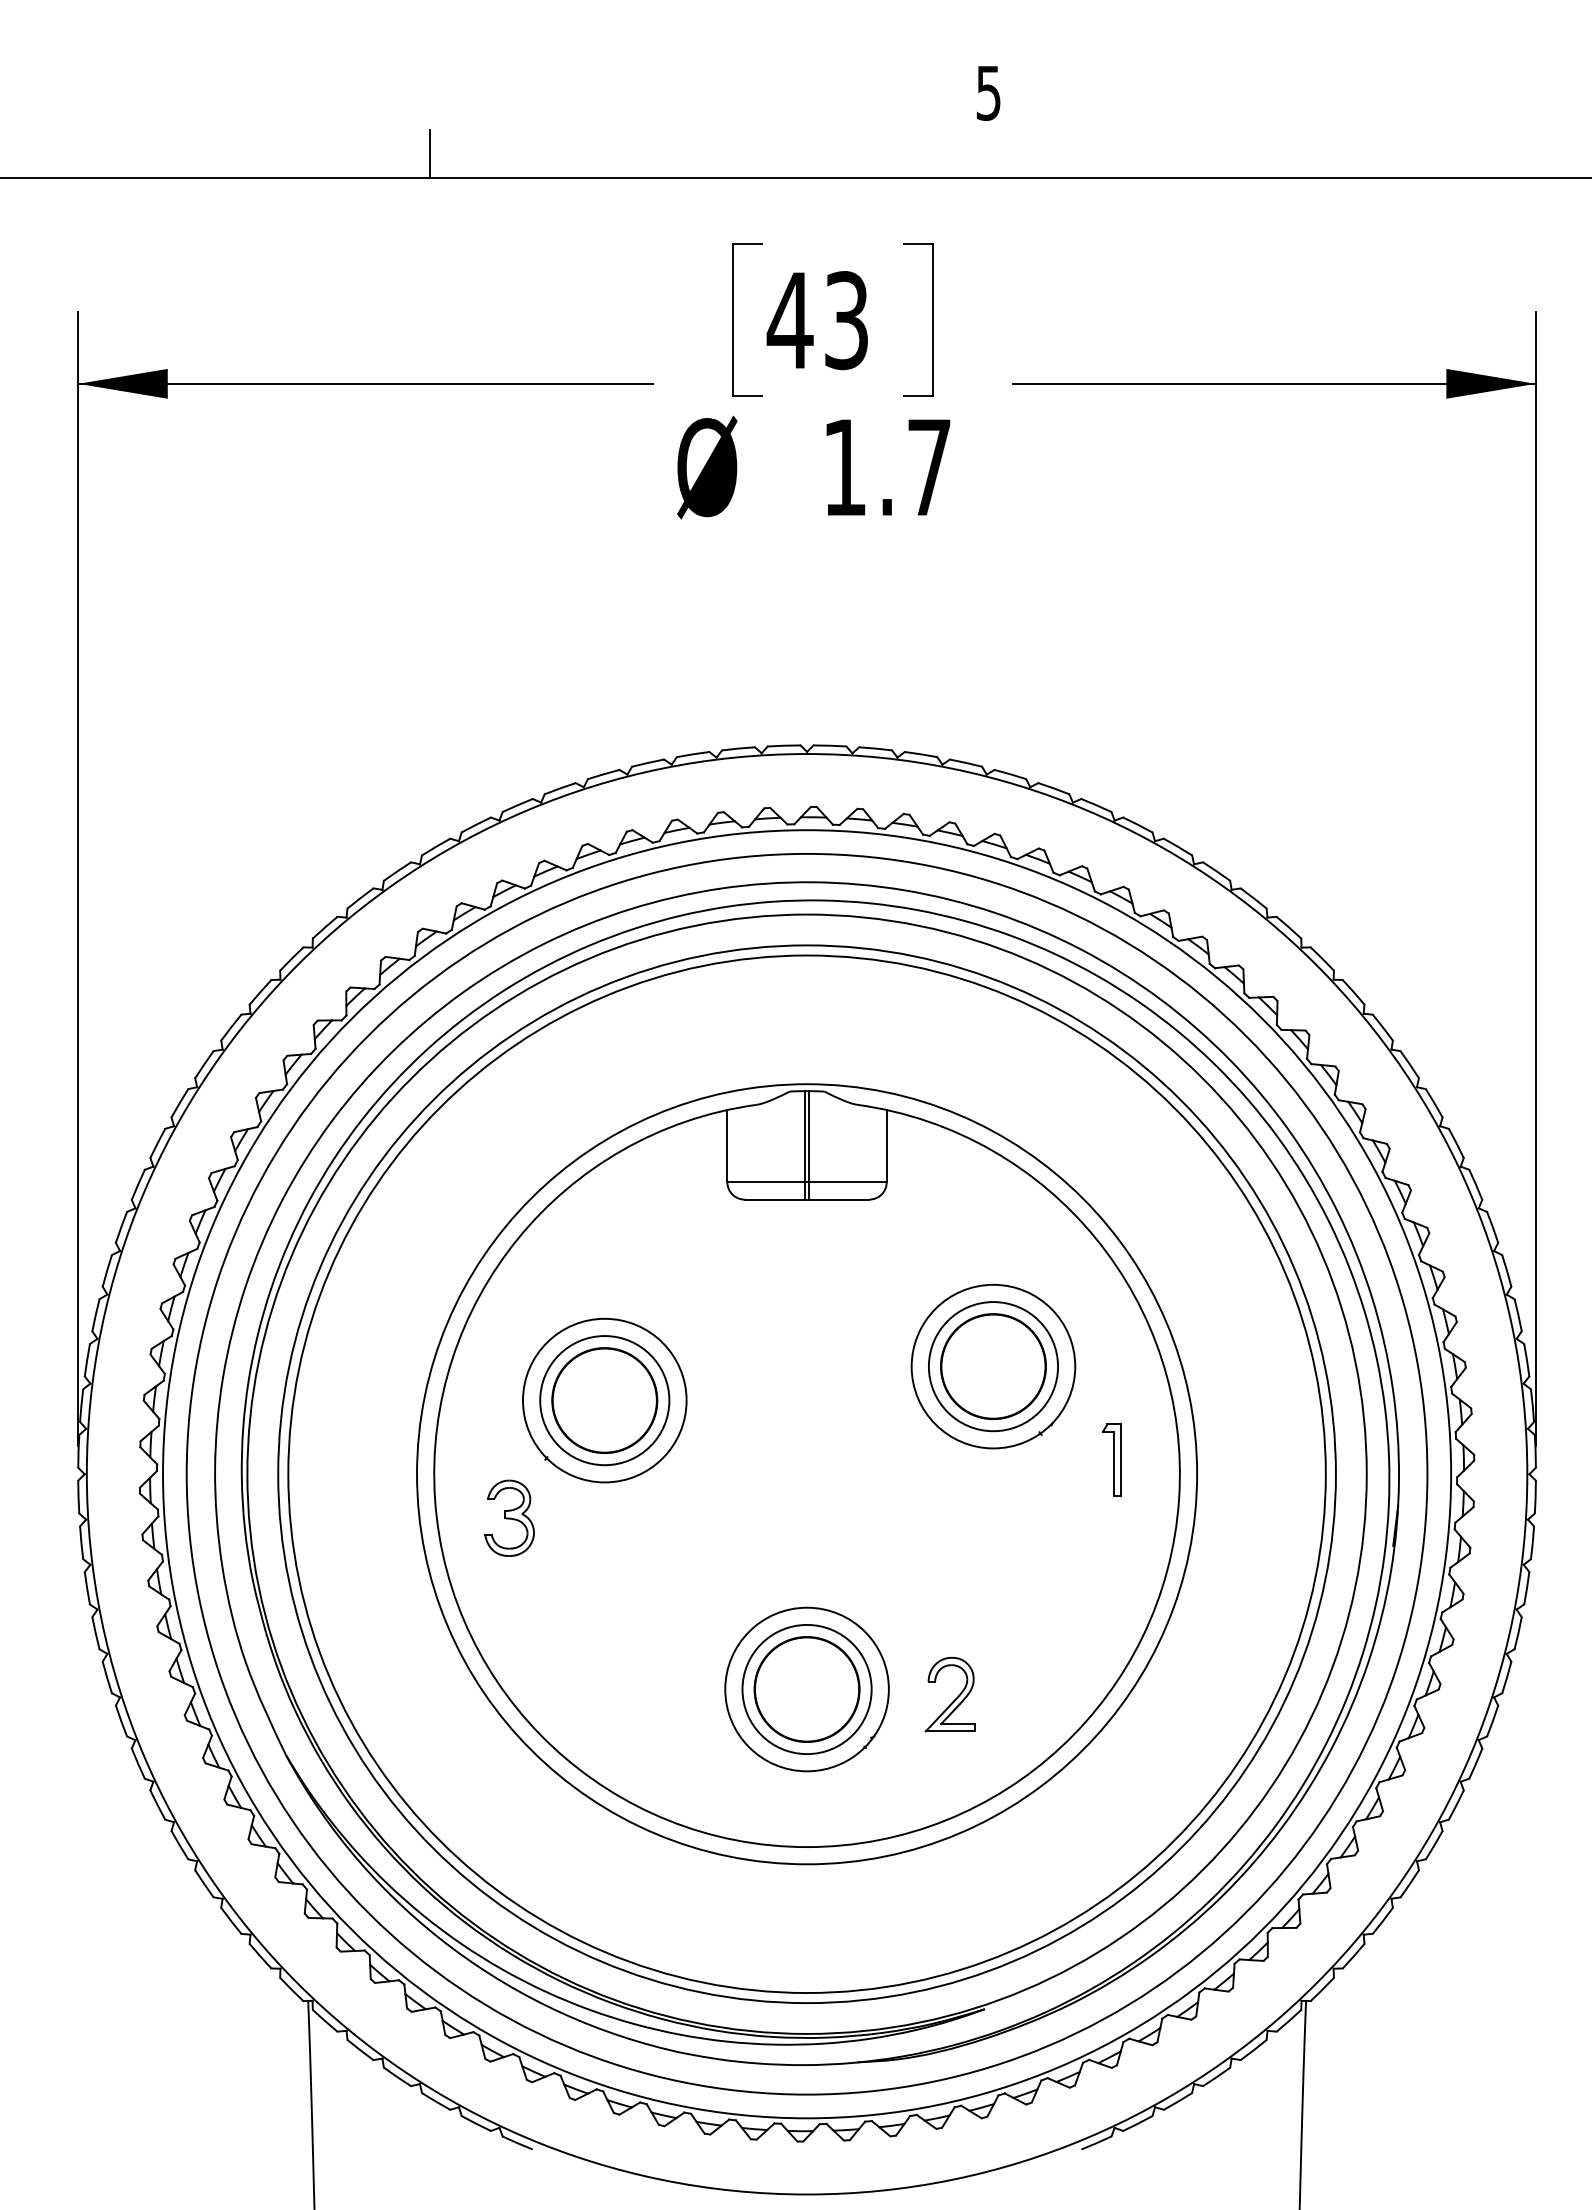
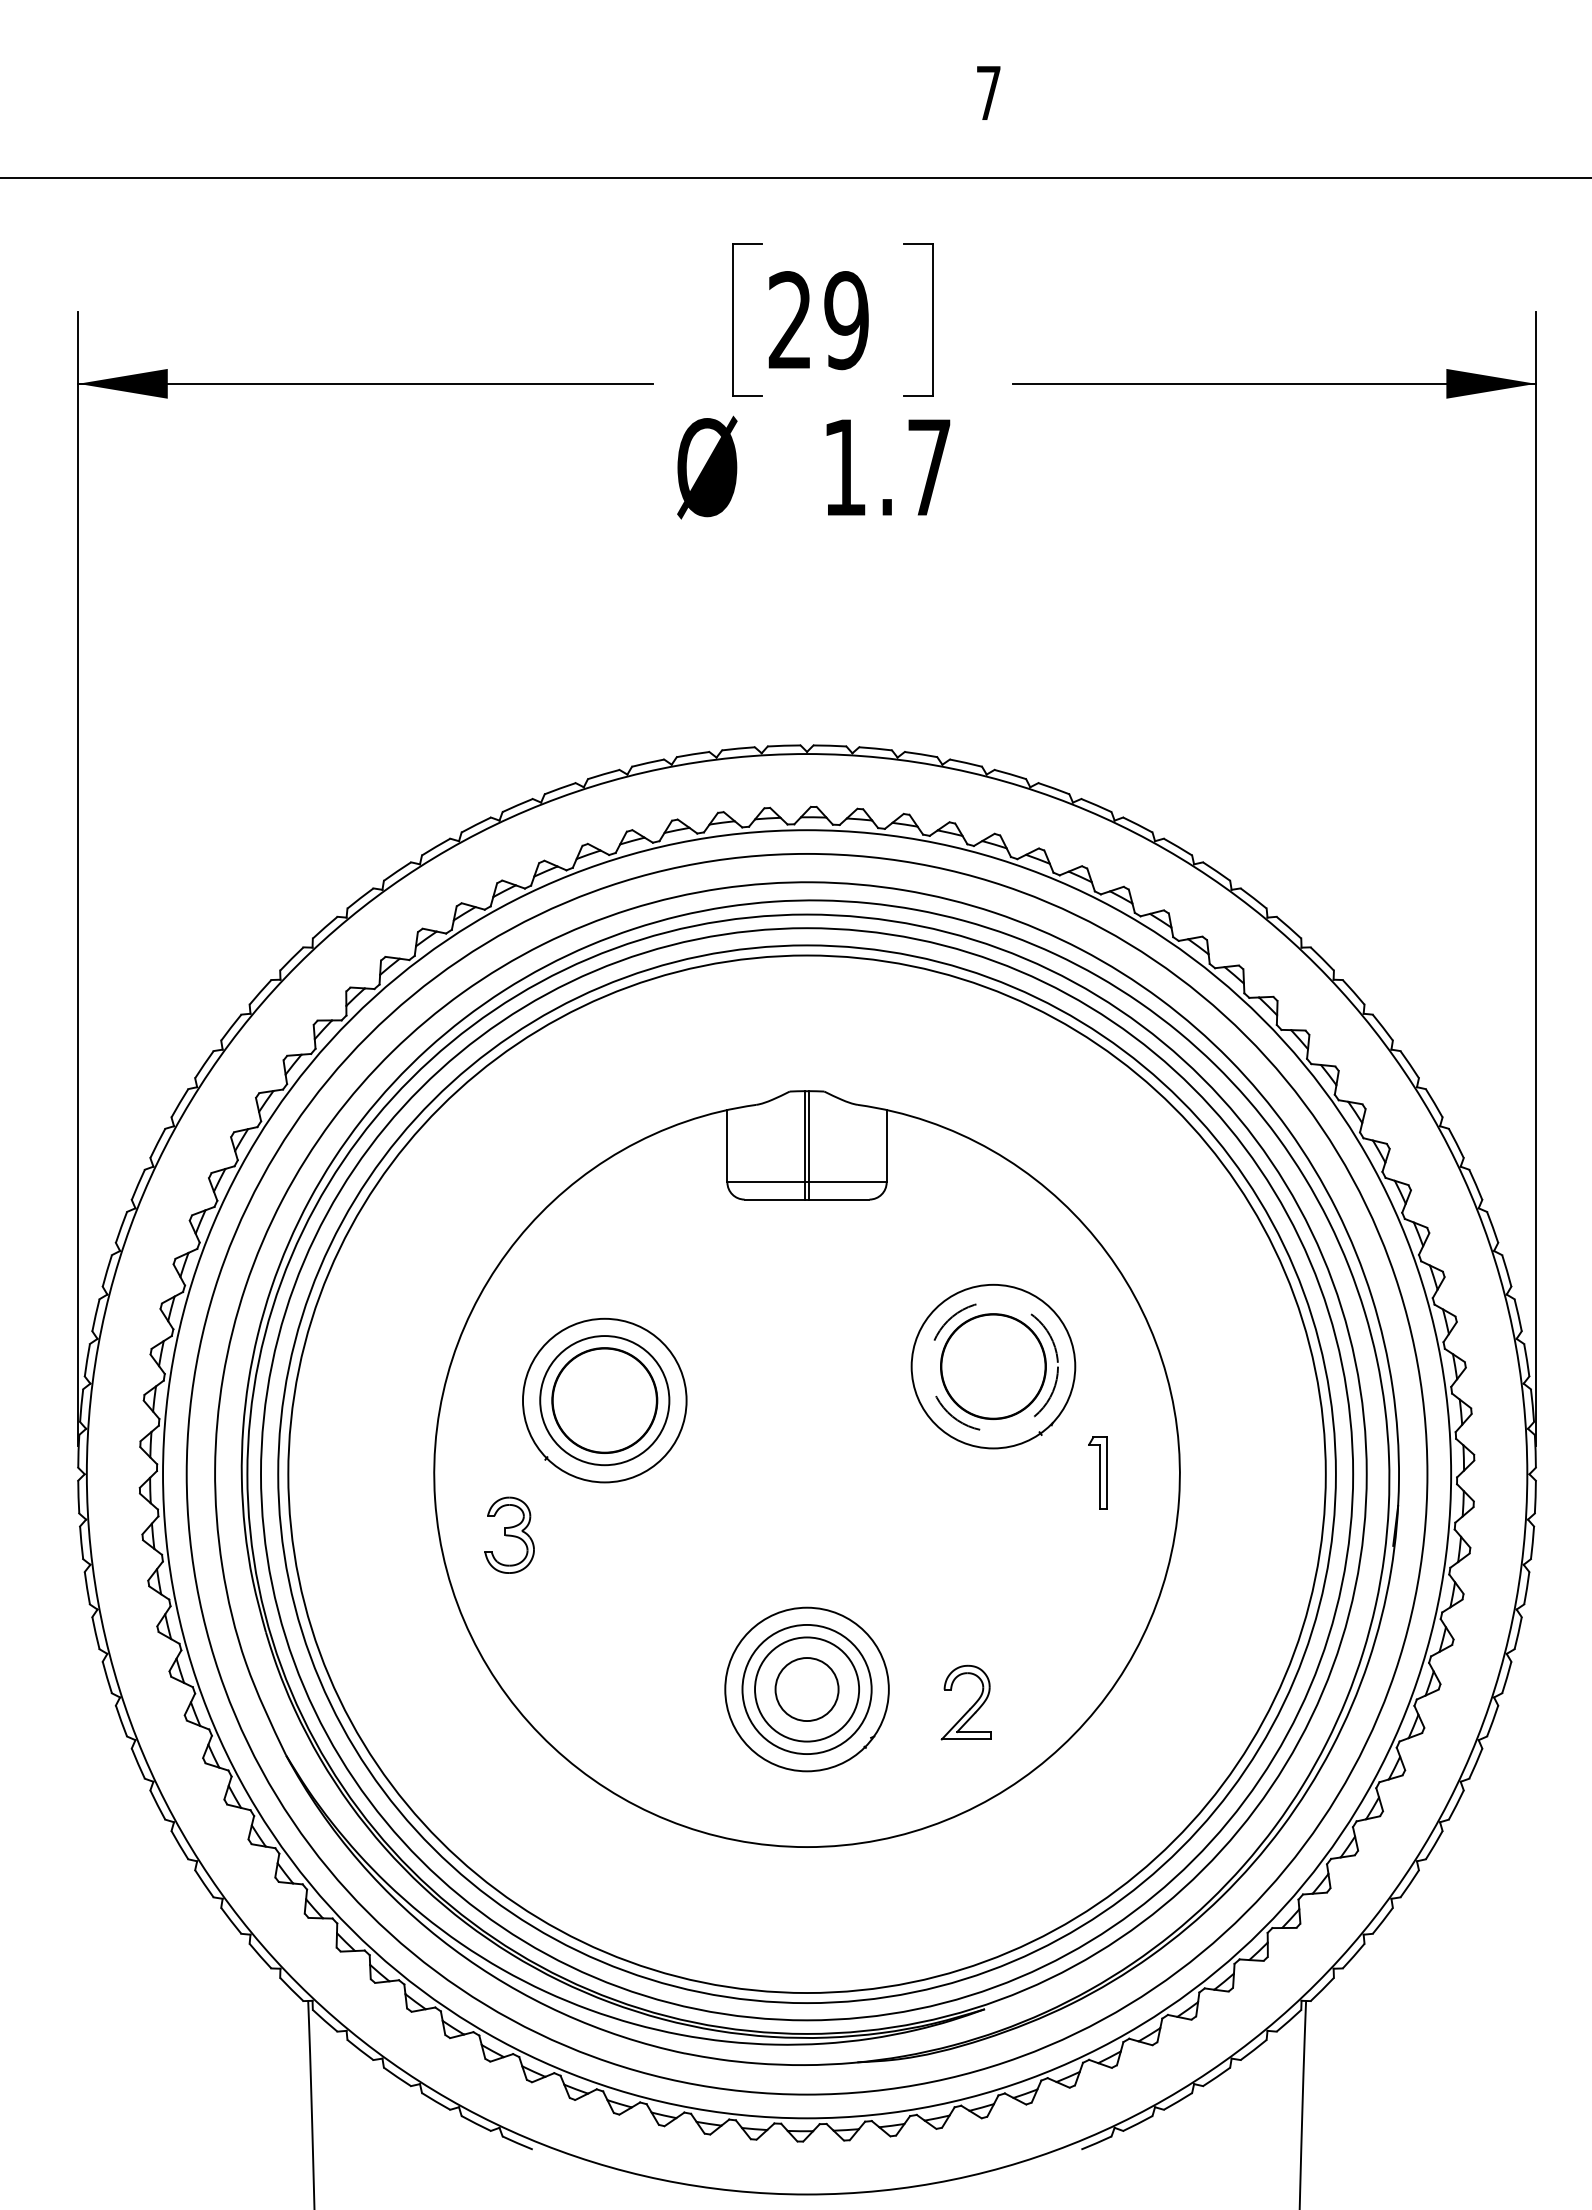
text at (988, 93): 5 -> 7
line at (429, 153): present -> none
text at (817, 320): 43 -> 29
circle at (993, 1366): solid -> dashed
part at (1111, 1459) position: (1111, 1459) -> (1097, 1472)
circle at (807, 1474) diameter: 780 px -> 1092 px
part at (509, 1517) position: (509, 1517) -> (509, 1534)
circle at (806, 1689) diameter: 105 px -> 63 px
part at (954, 1699) position: (954, 1699) -> (970, 1707)
